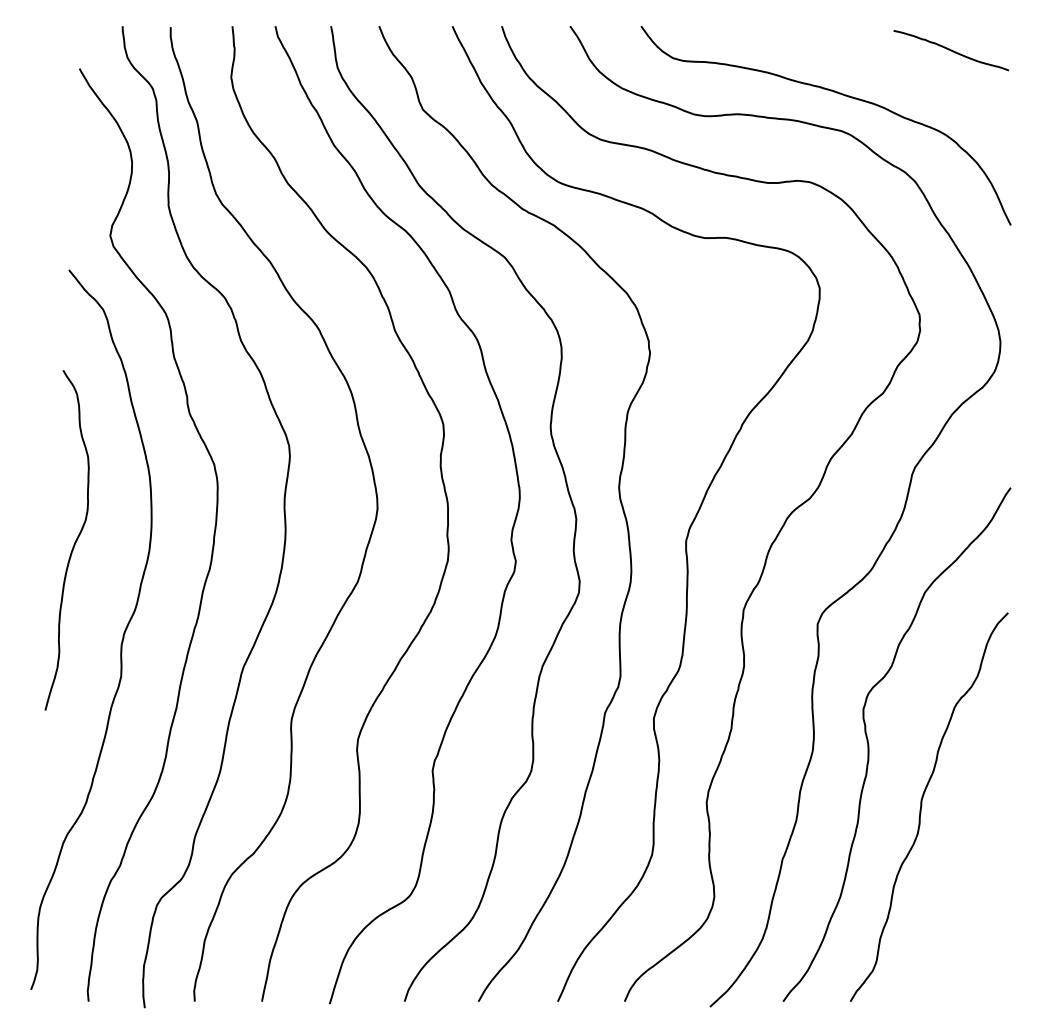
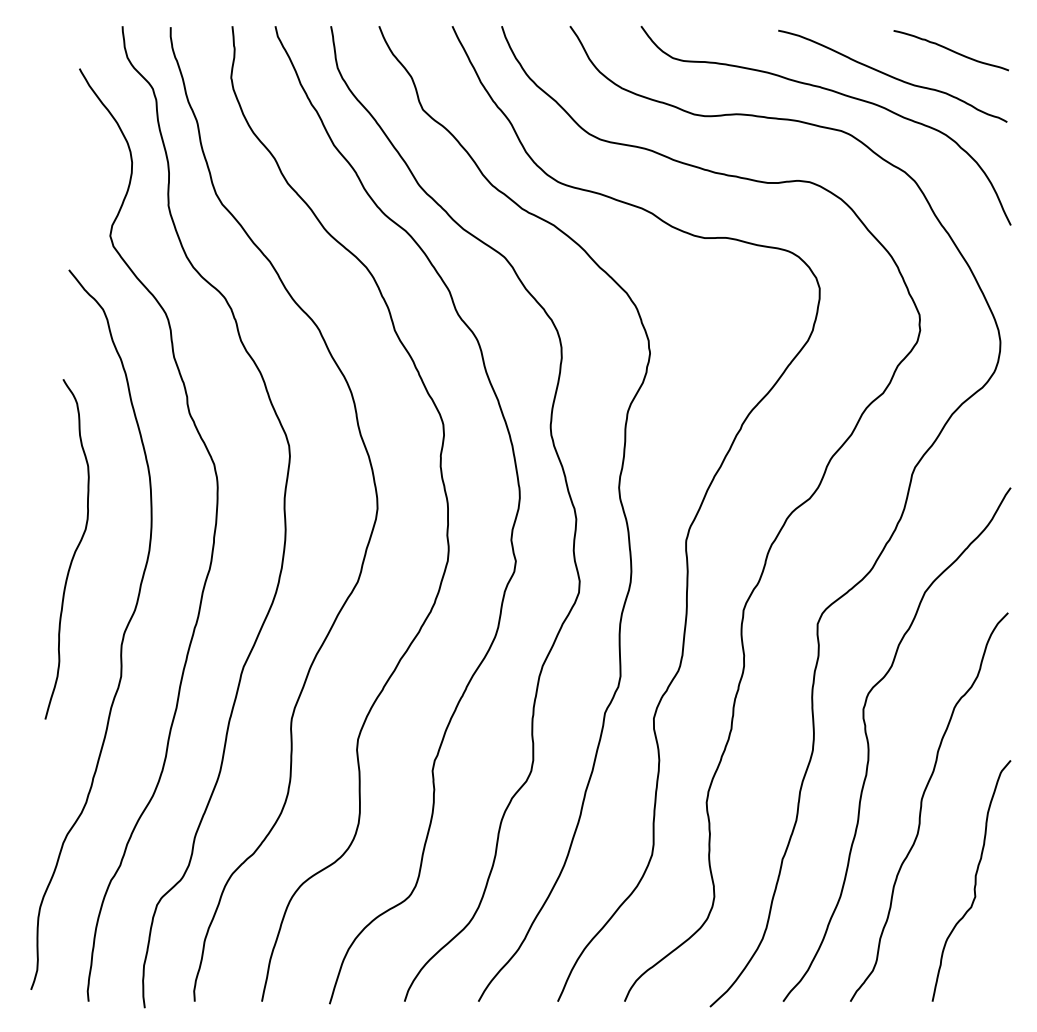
curve at (891, 75): none -> present
curve at (74, 541) position: (74, 541) -> (74, 550)
curve at (974, 880): none -> present
